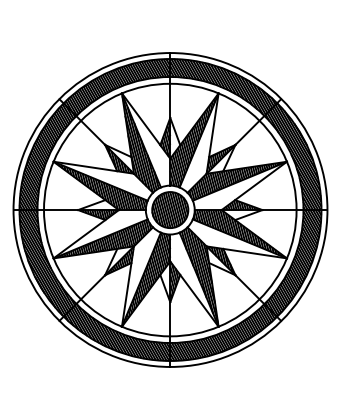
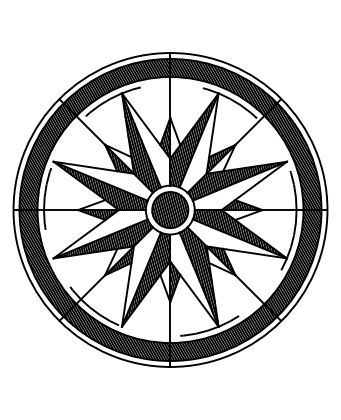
circle at (170, 209): solid -> dashed
